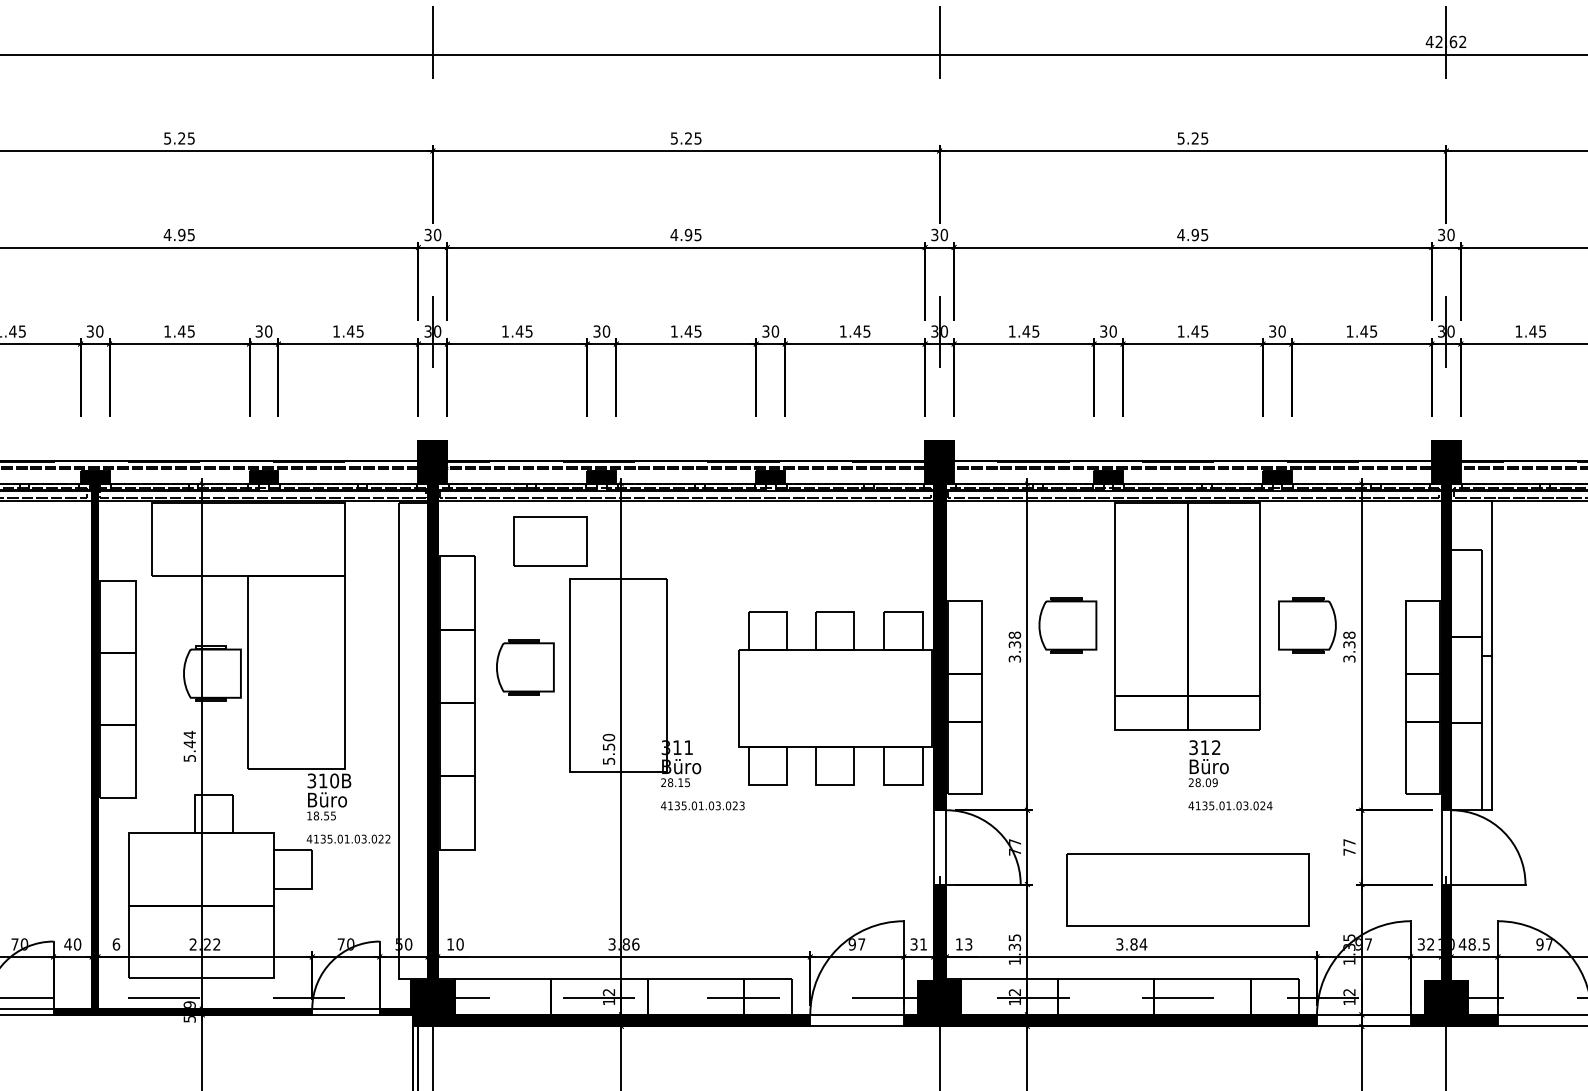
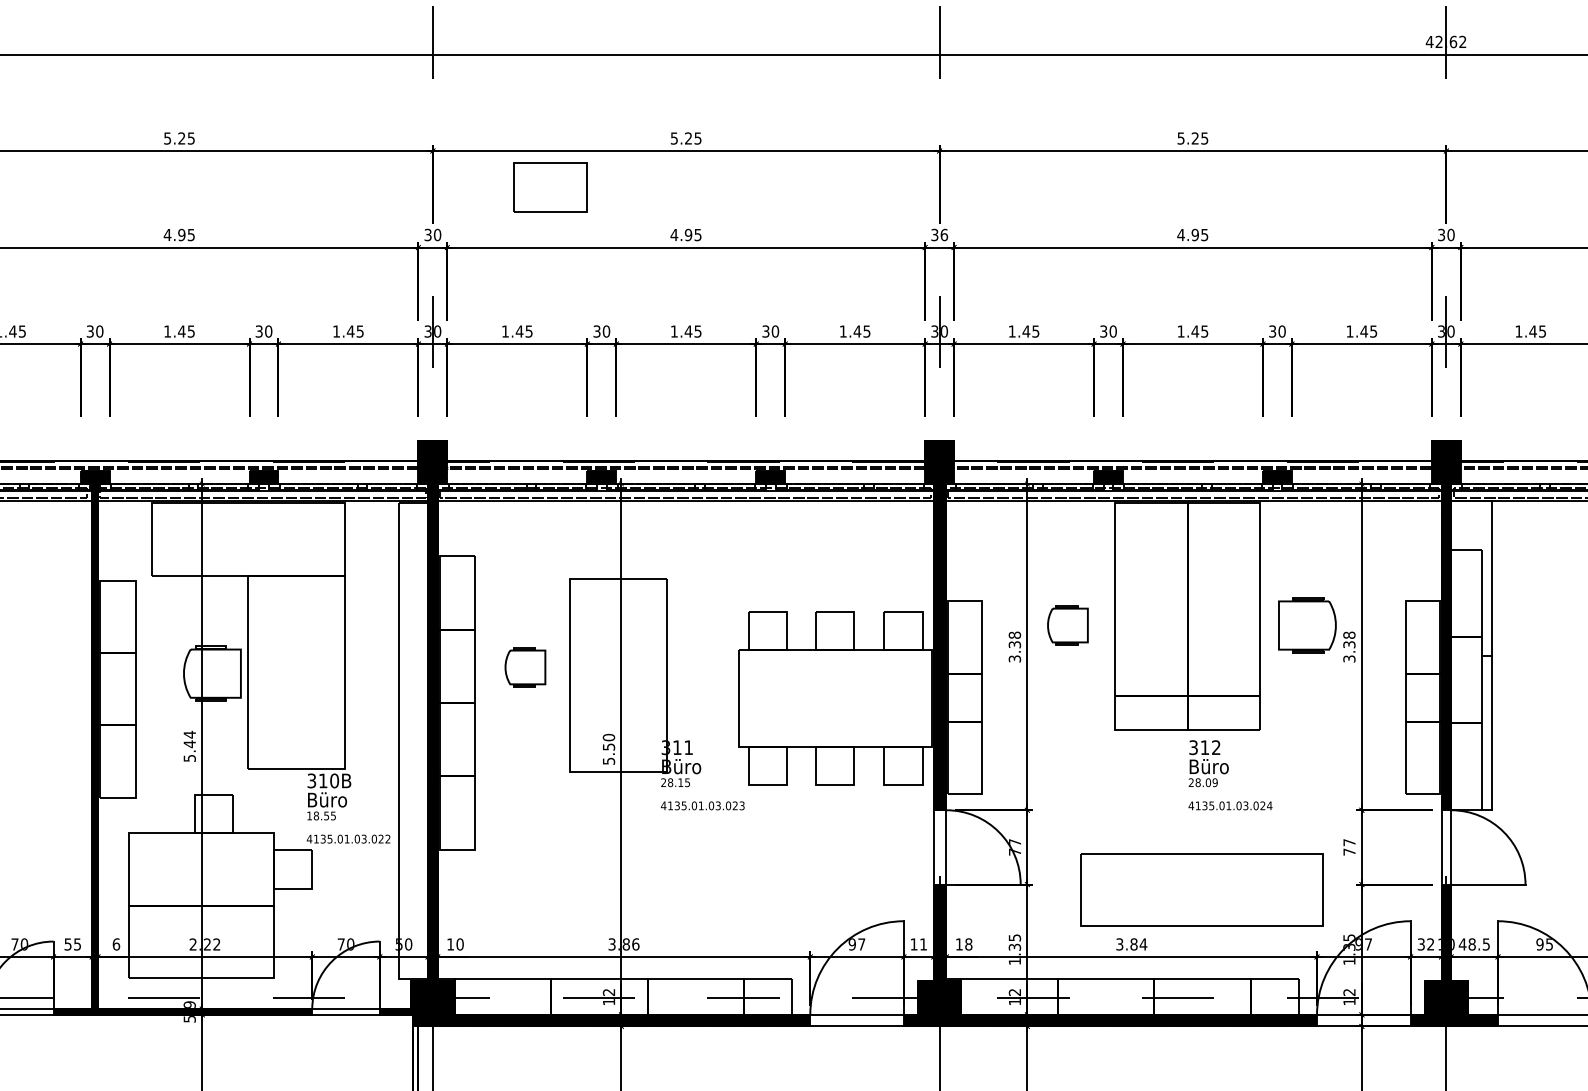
text at (944, 234): 30 -> 36
part at (550, 541) position: (550, 541) -> (550, 187)
part at (1067, 625) size: 60x57 px -> 42x41 px
part at (525, 667) size: 59x57 px -> 43x41 px
part at (1187, 889) position: (1187, 889) -> (1201, 889)
text at (72, 944): 40 -> 55
text at (913, 944): 31 -> 11
text at (968, 944): 13 -> 18
text at (1549, 944): 97 -> 95
